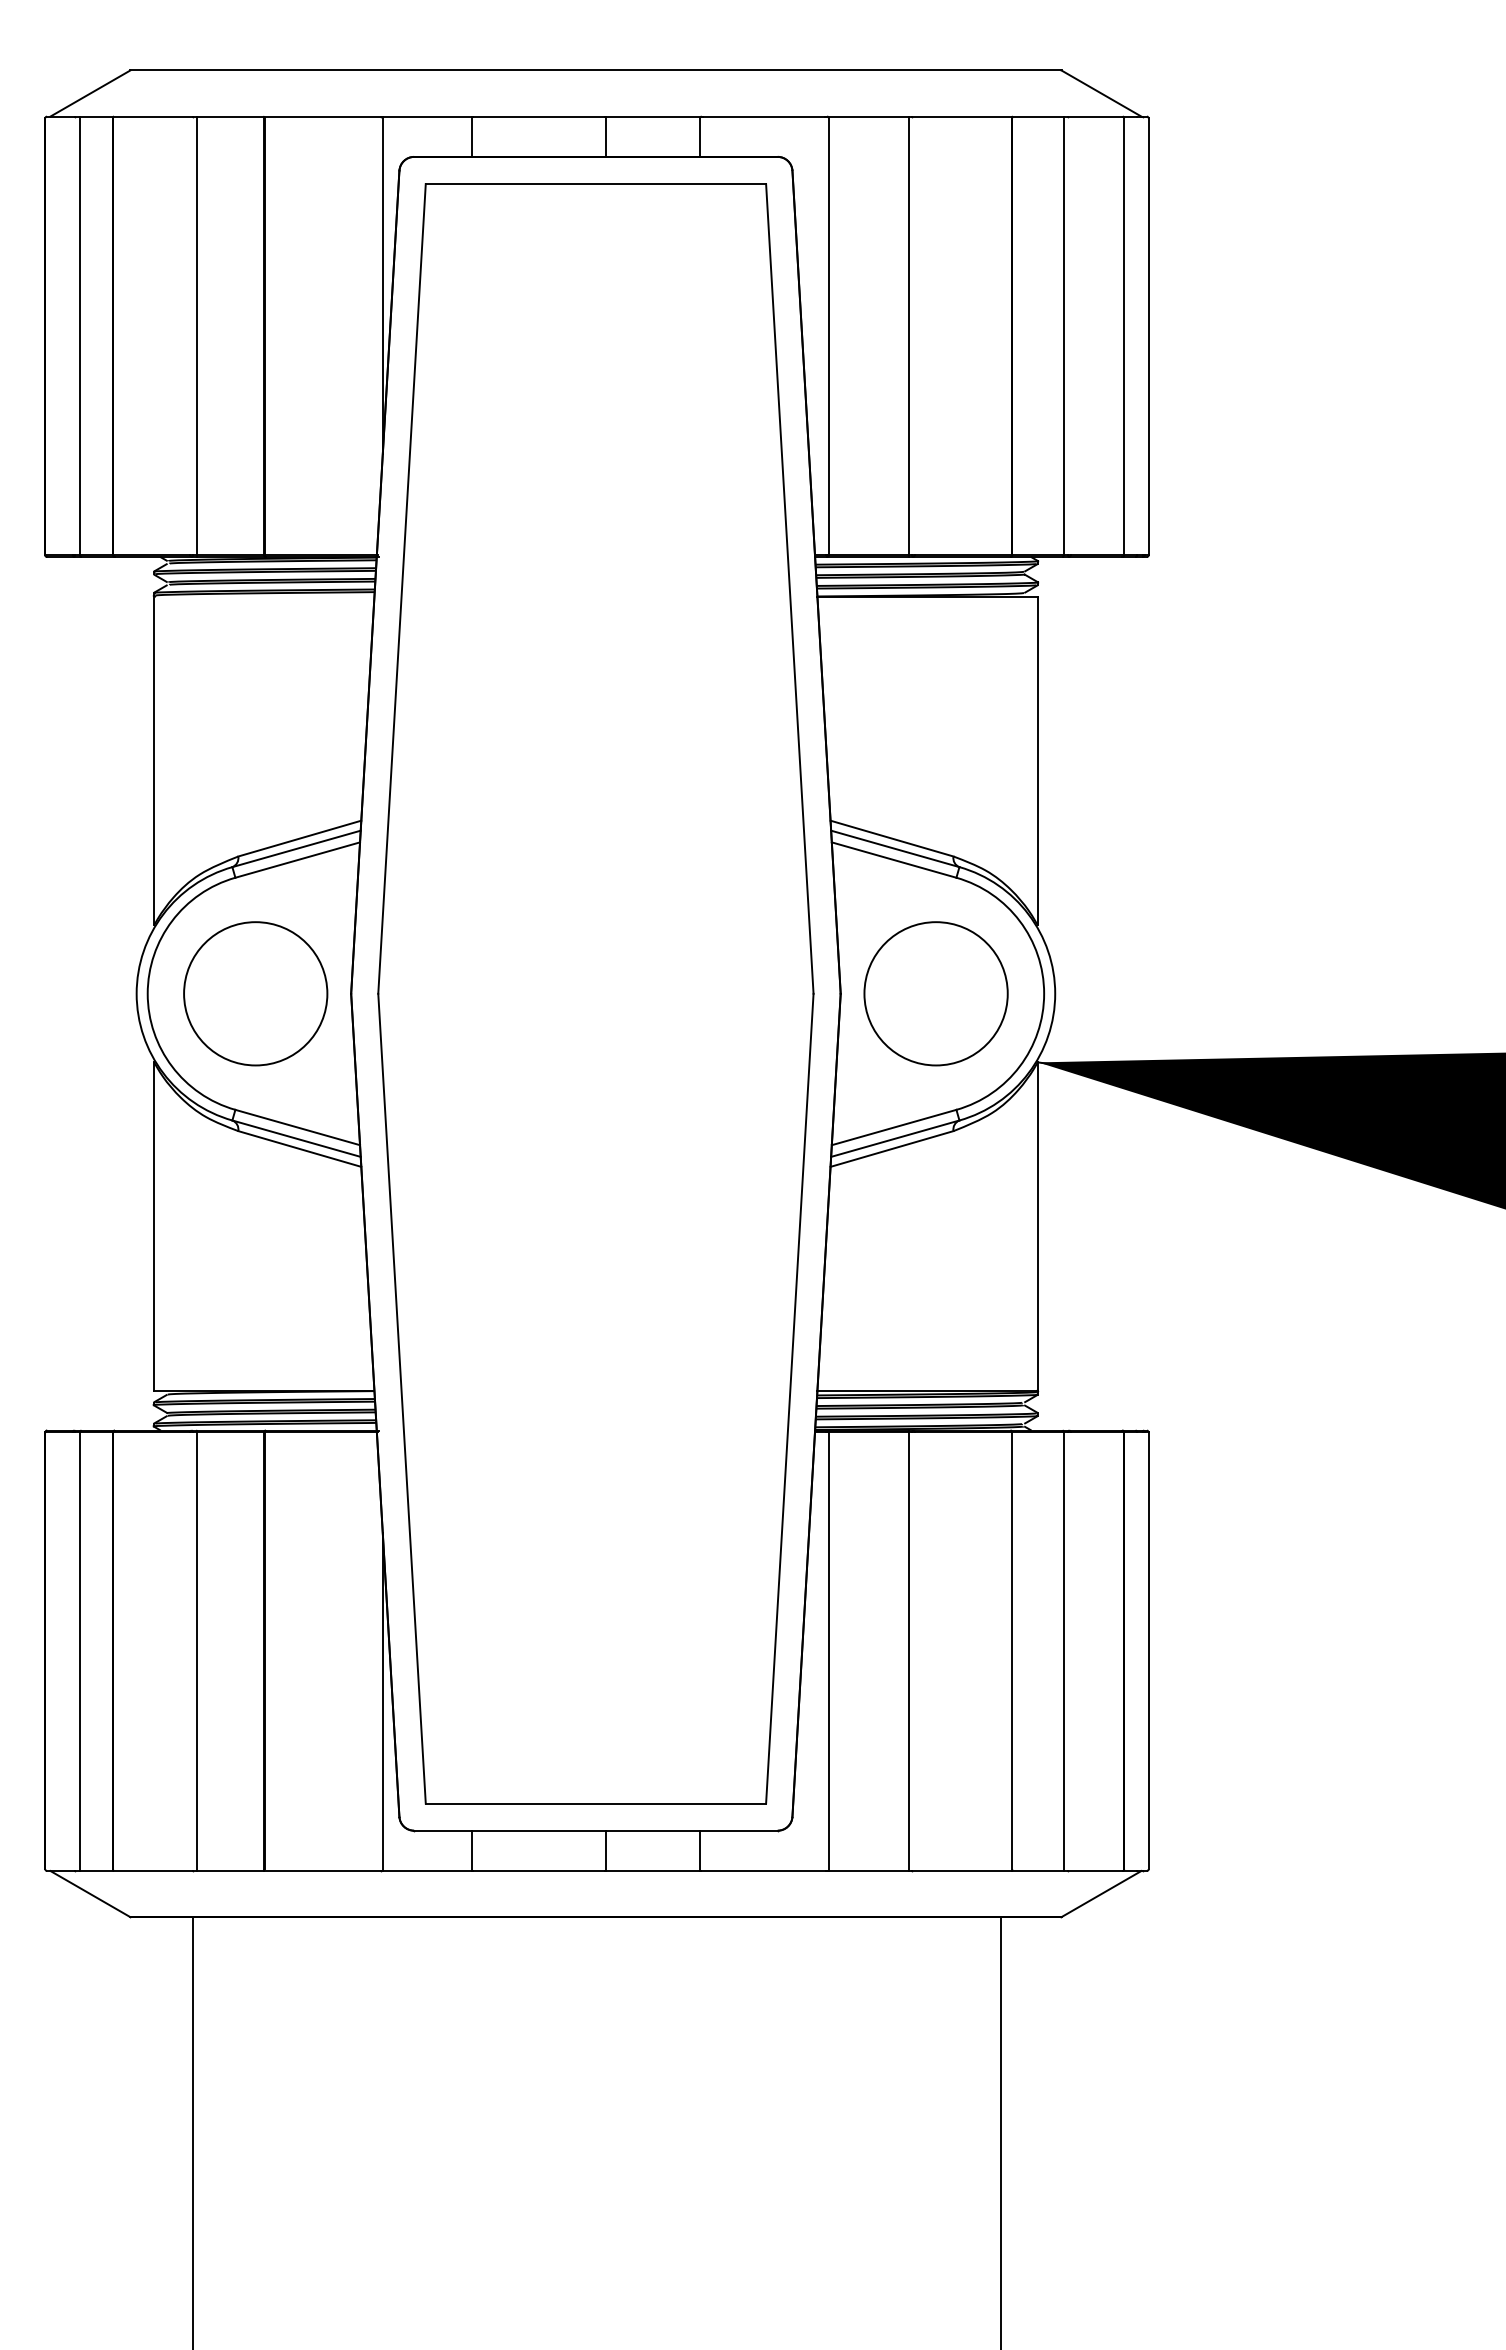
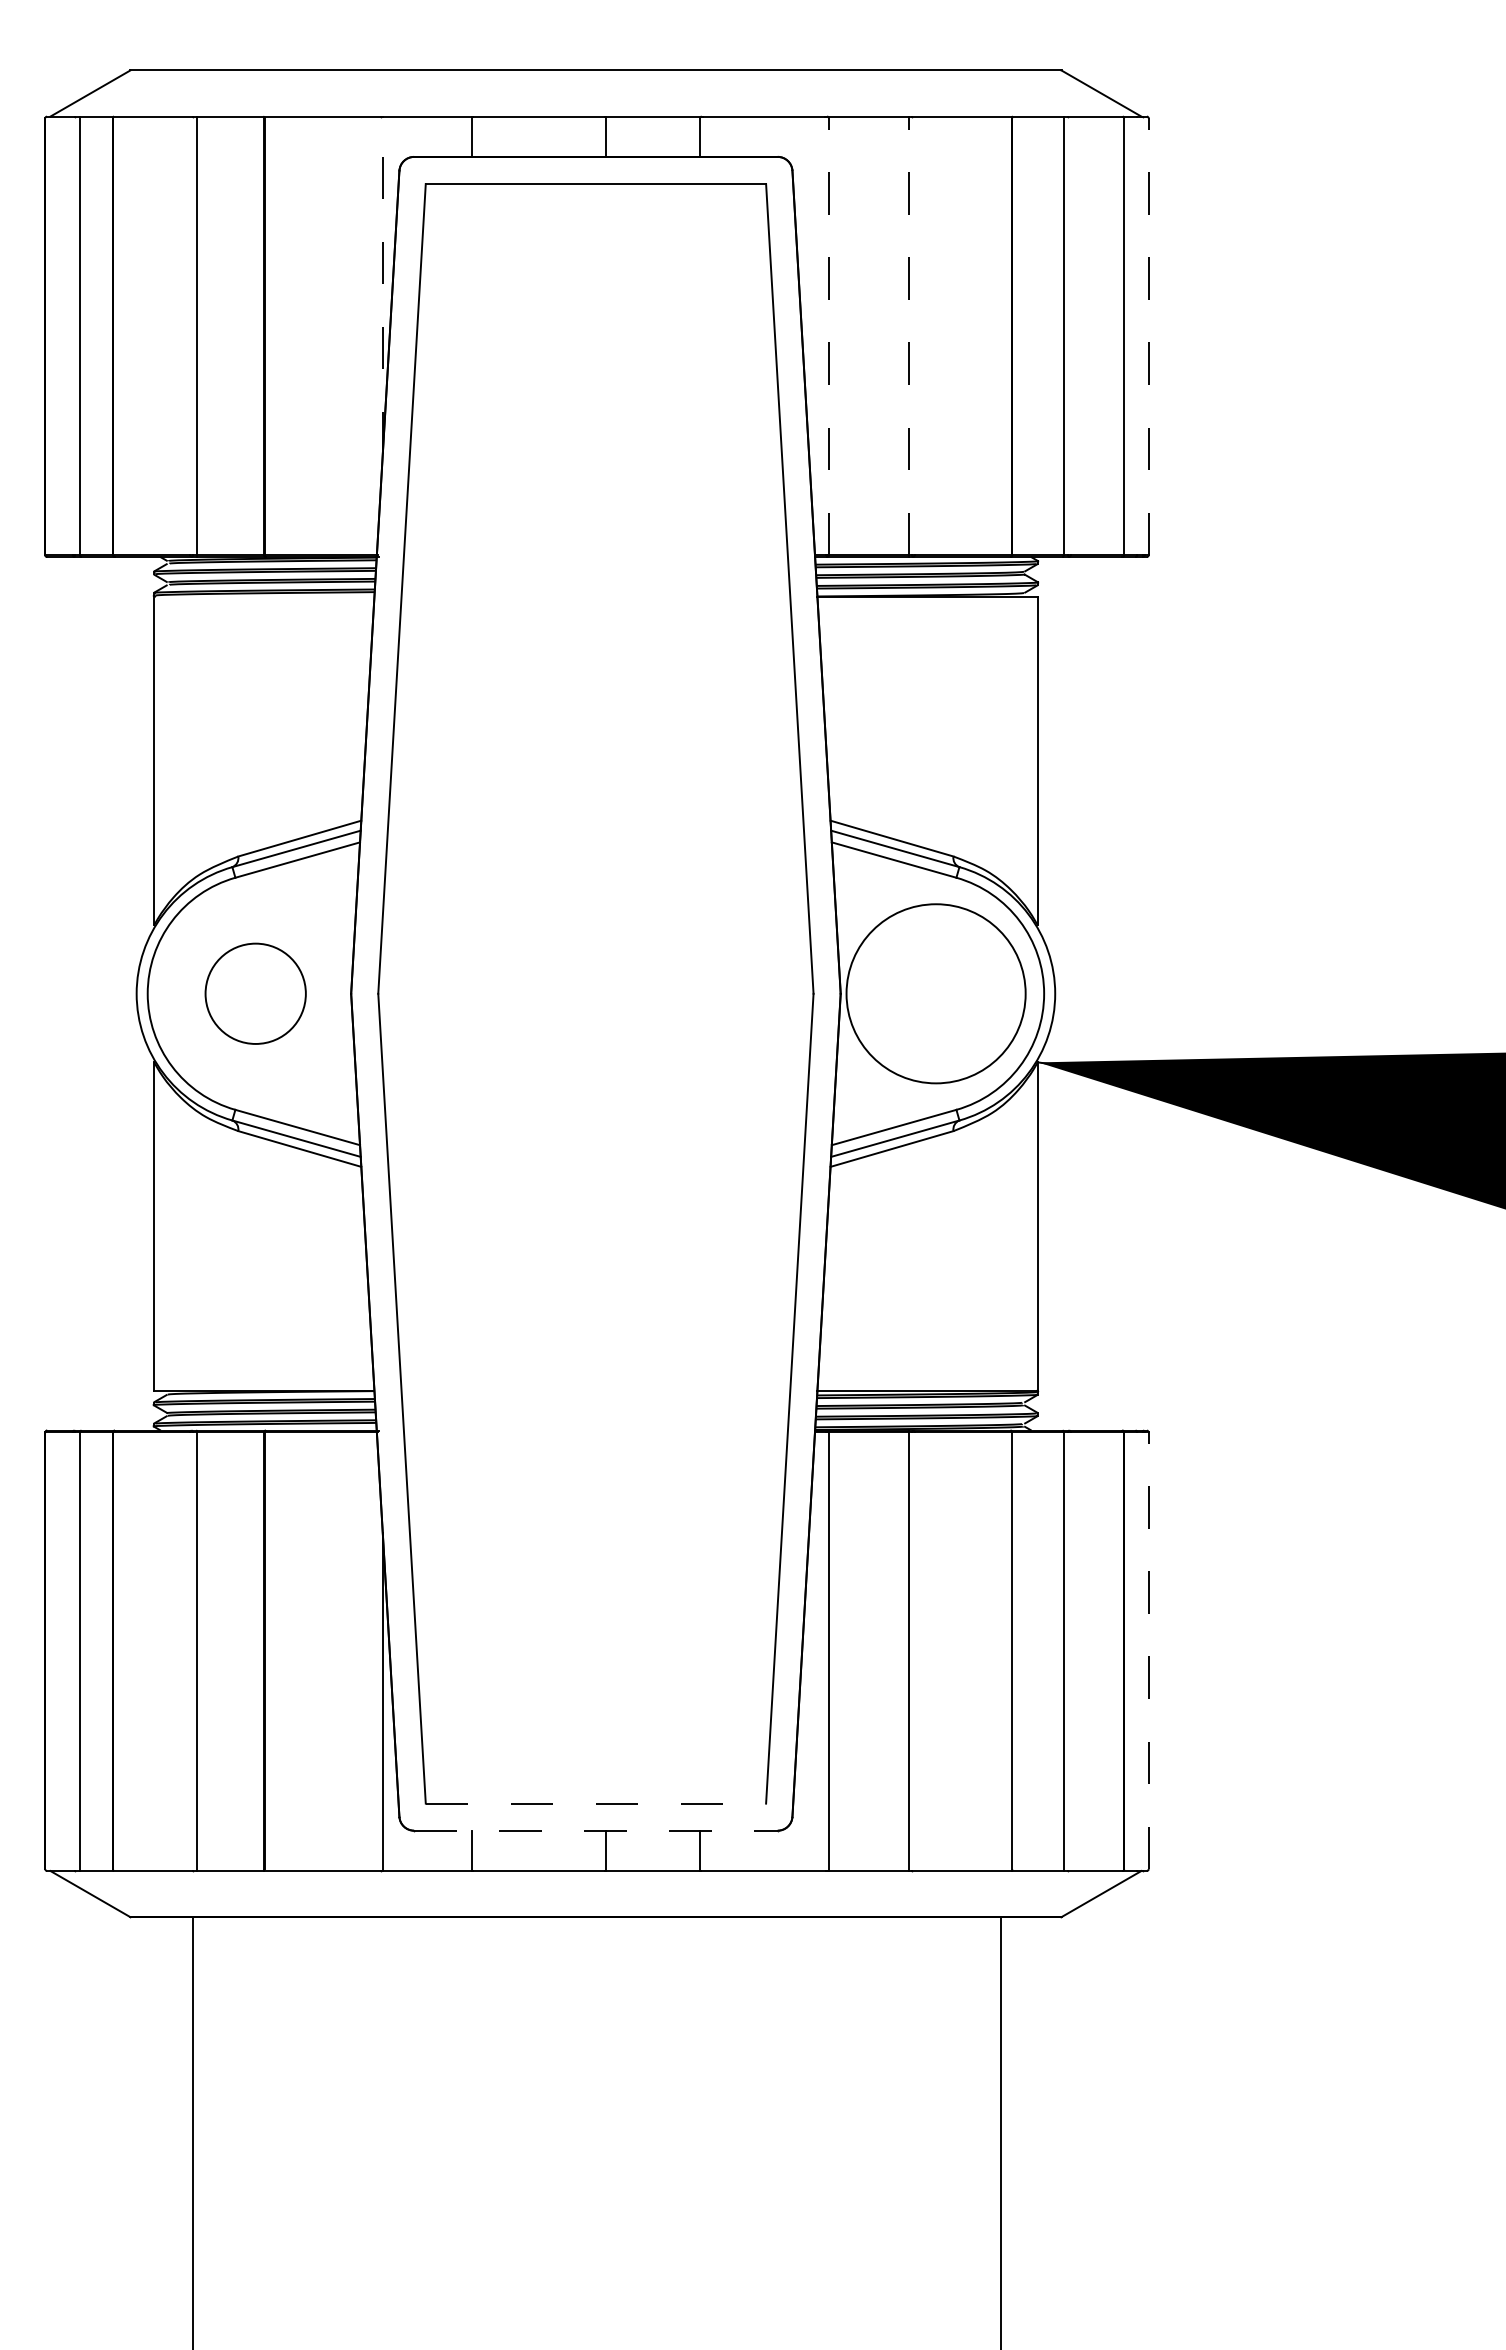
line at (382, 285): solid -> dashed
line at (908, 335): solid -> dashed
line at (828, 336): solid -> dashed
line at (1148, 336): solid -> dashed
circle at (255, 993) diameter: 143 px -> 100 px
circle at (935, 993) diameter: 143 px -> 179 px
line at (1148, 1650): solid -> dashed
line at (596, 1803): solid -> dashed
line at (595, 1830): solid -> dashed
